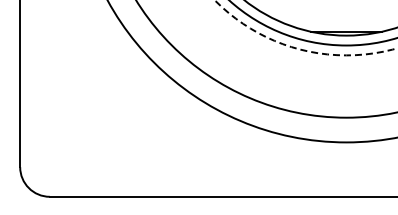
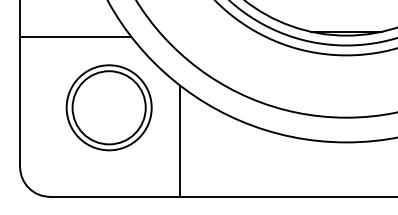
circle at (306, 27): dashed -> solid
line at (75, 36): none -> present
part at (108, 107): none -> present
line at (180, 140): none -> present
